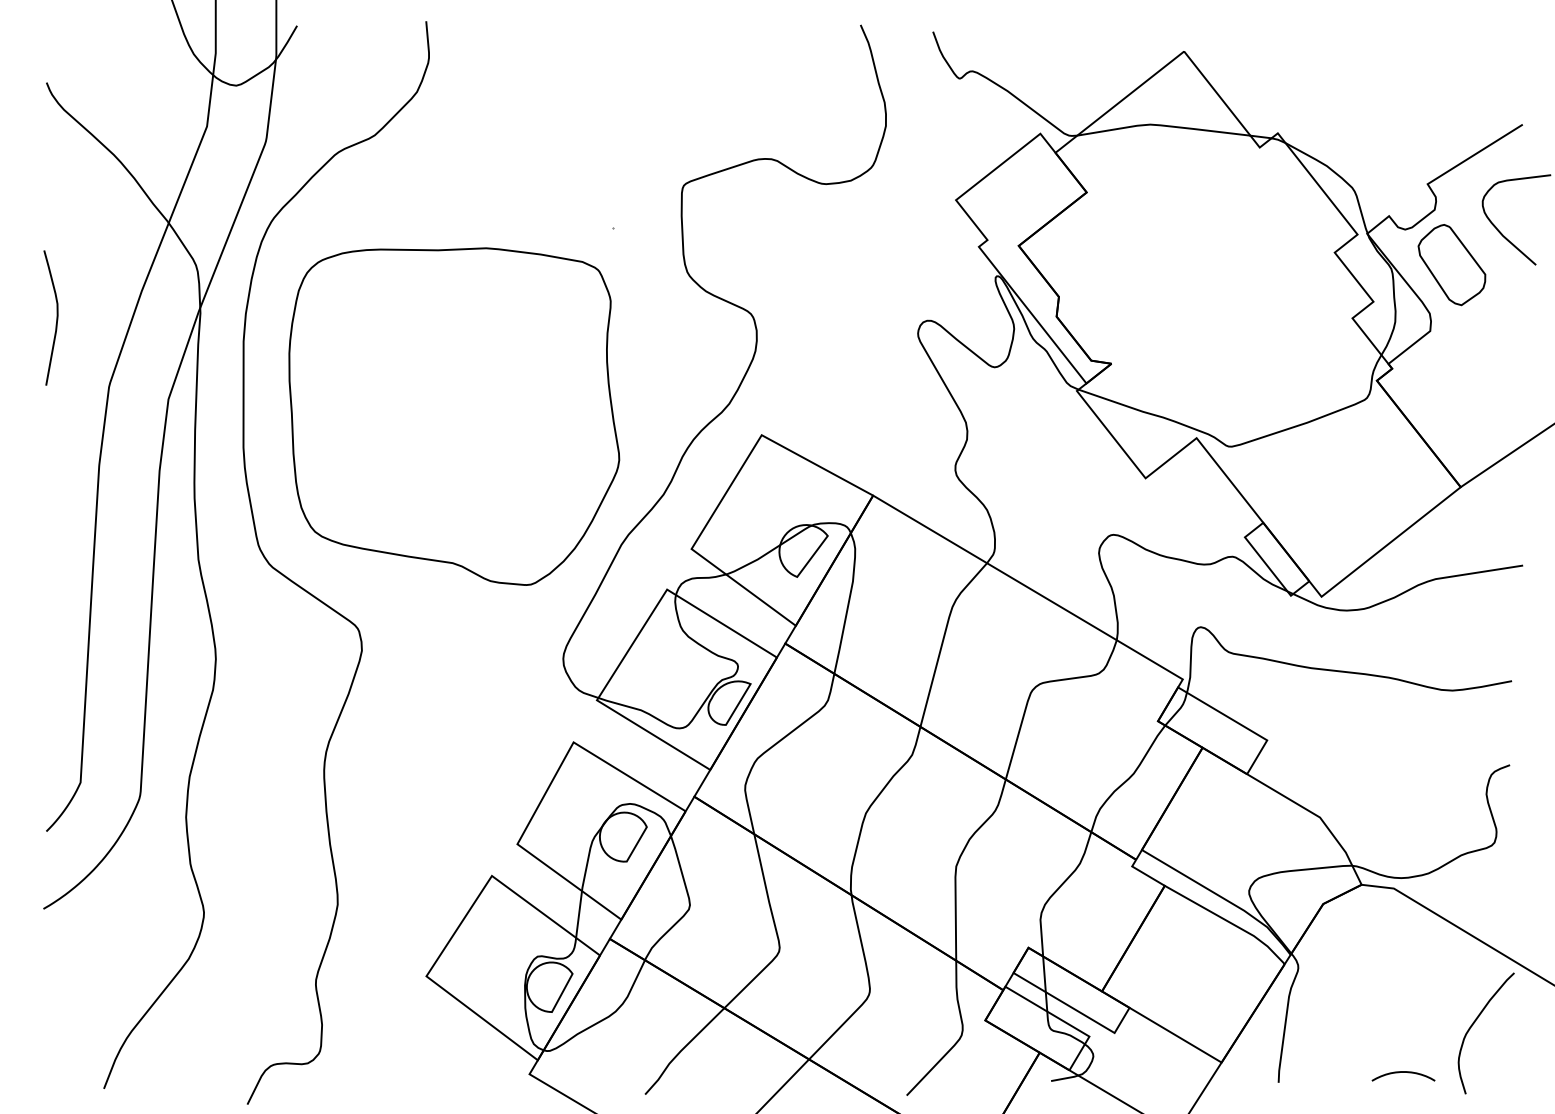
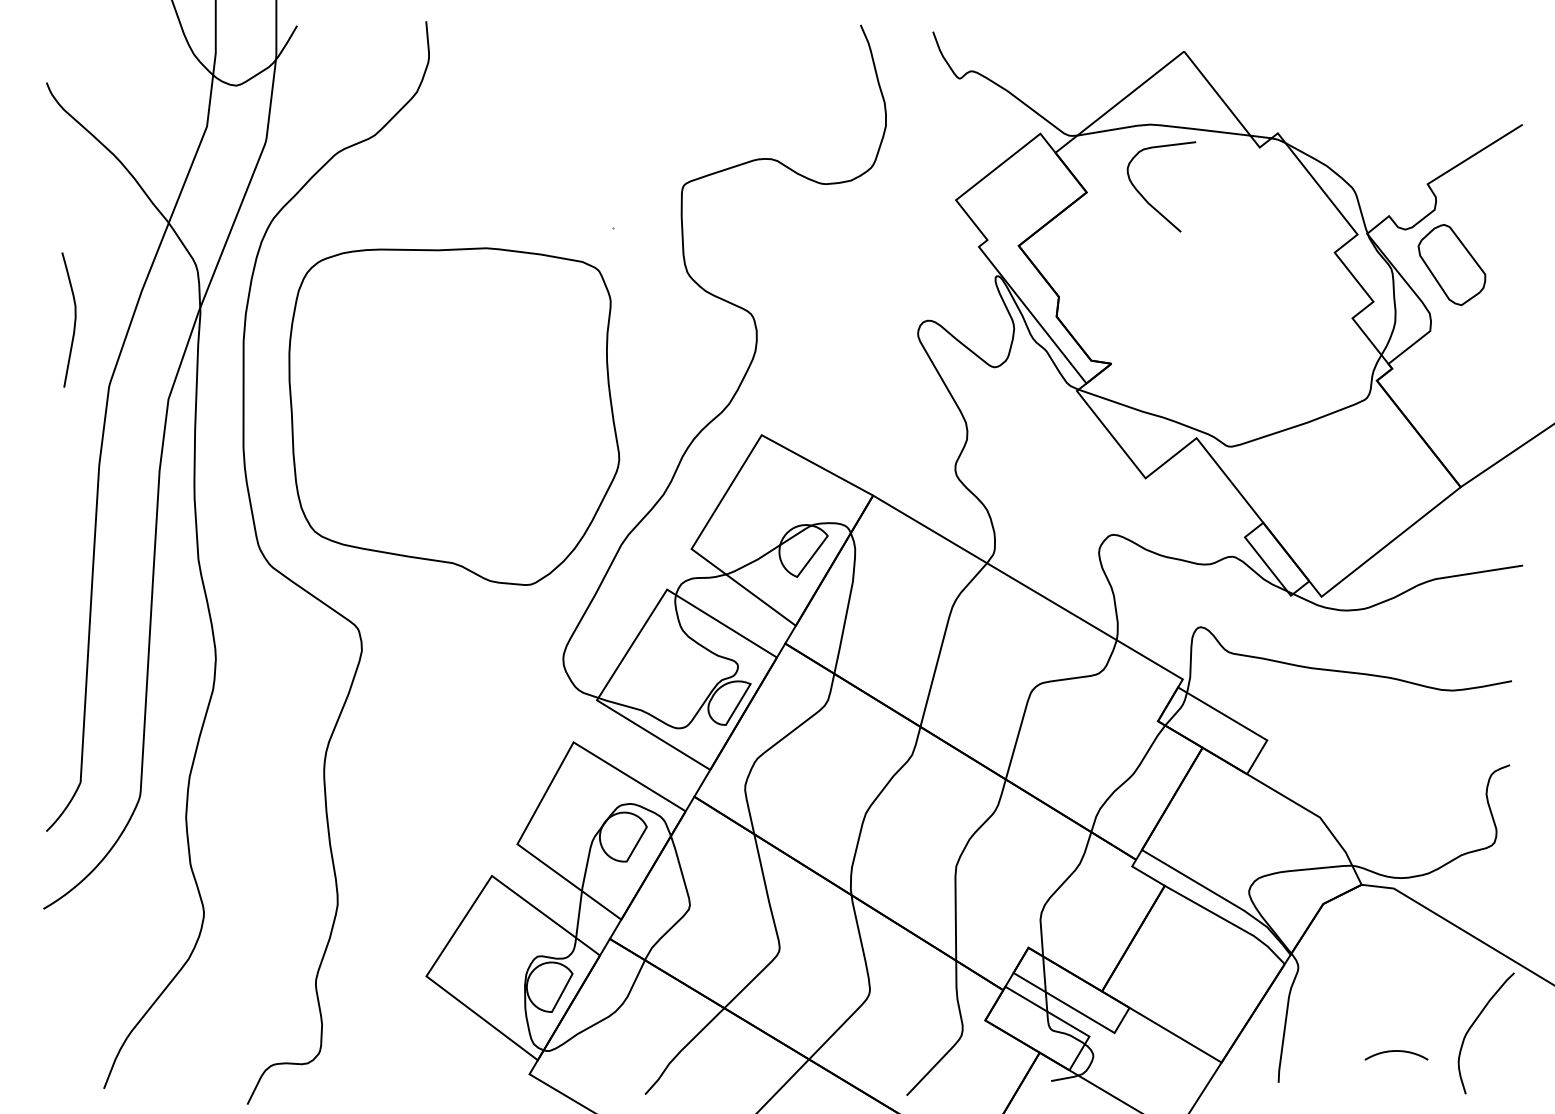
curve at (1502, 233) position: (1502, 233) -> (1147, 200)
curve at (56, 317) position: (56, 317) -> (74, 319)
curve at (1403, 1072) position: (1403, 1072) -> (1396, 1051)
